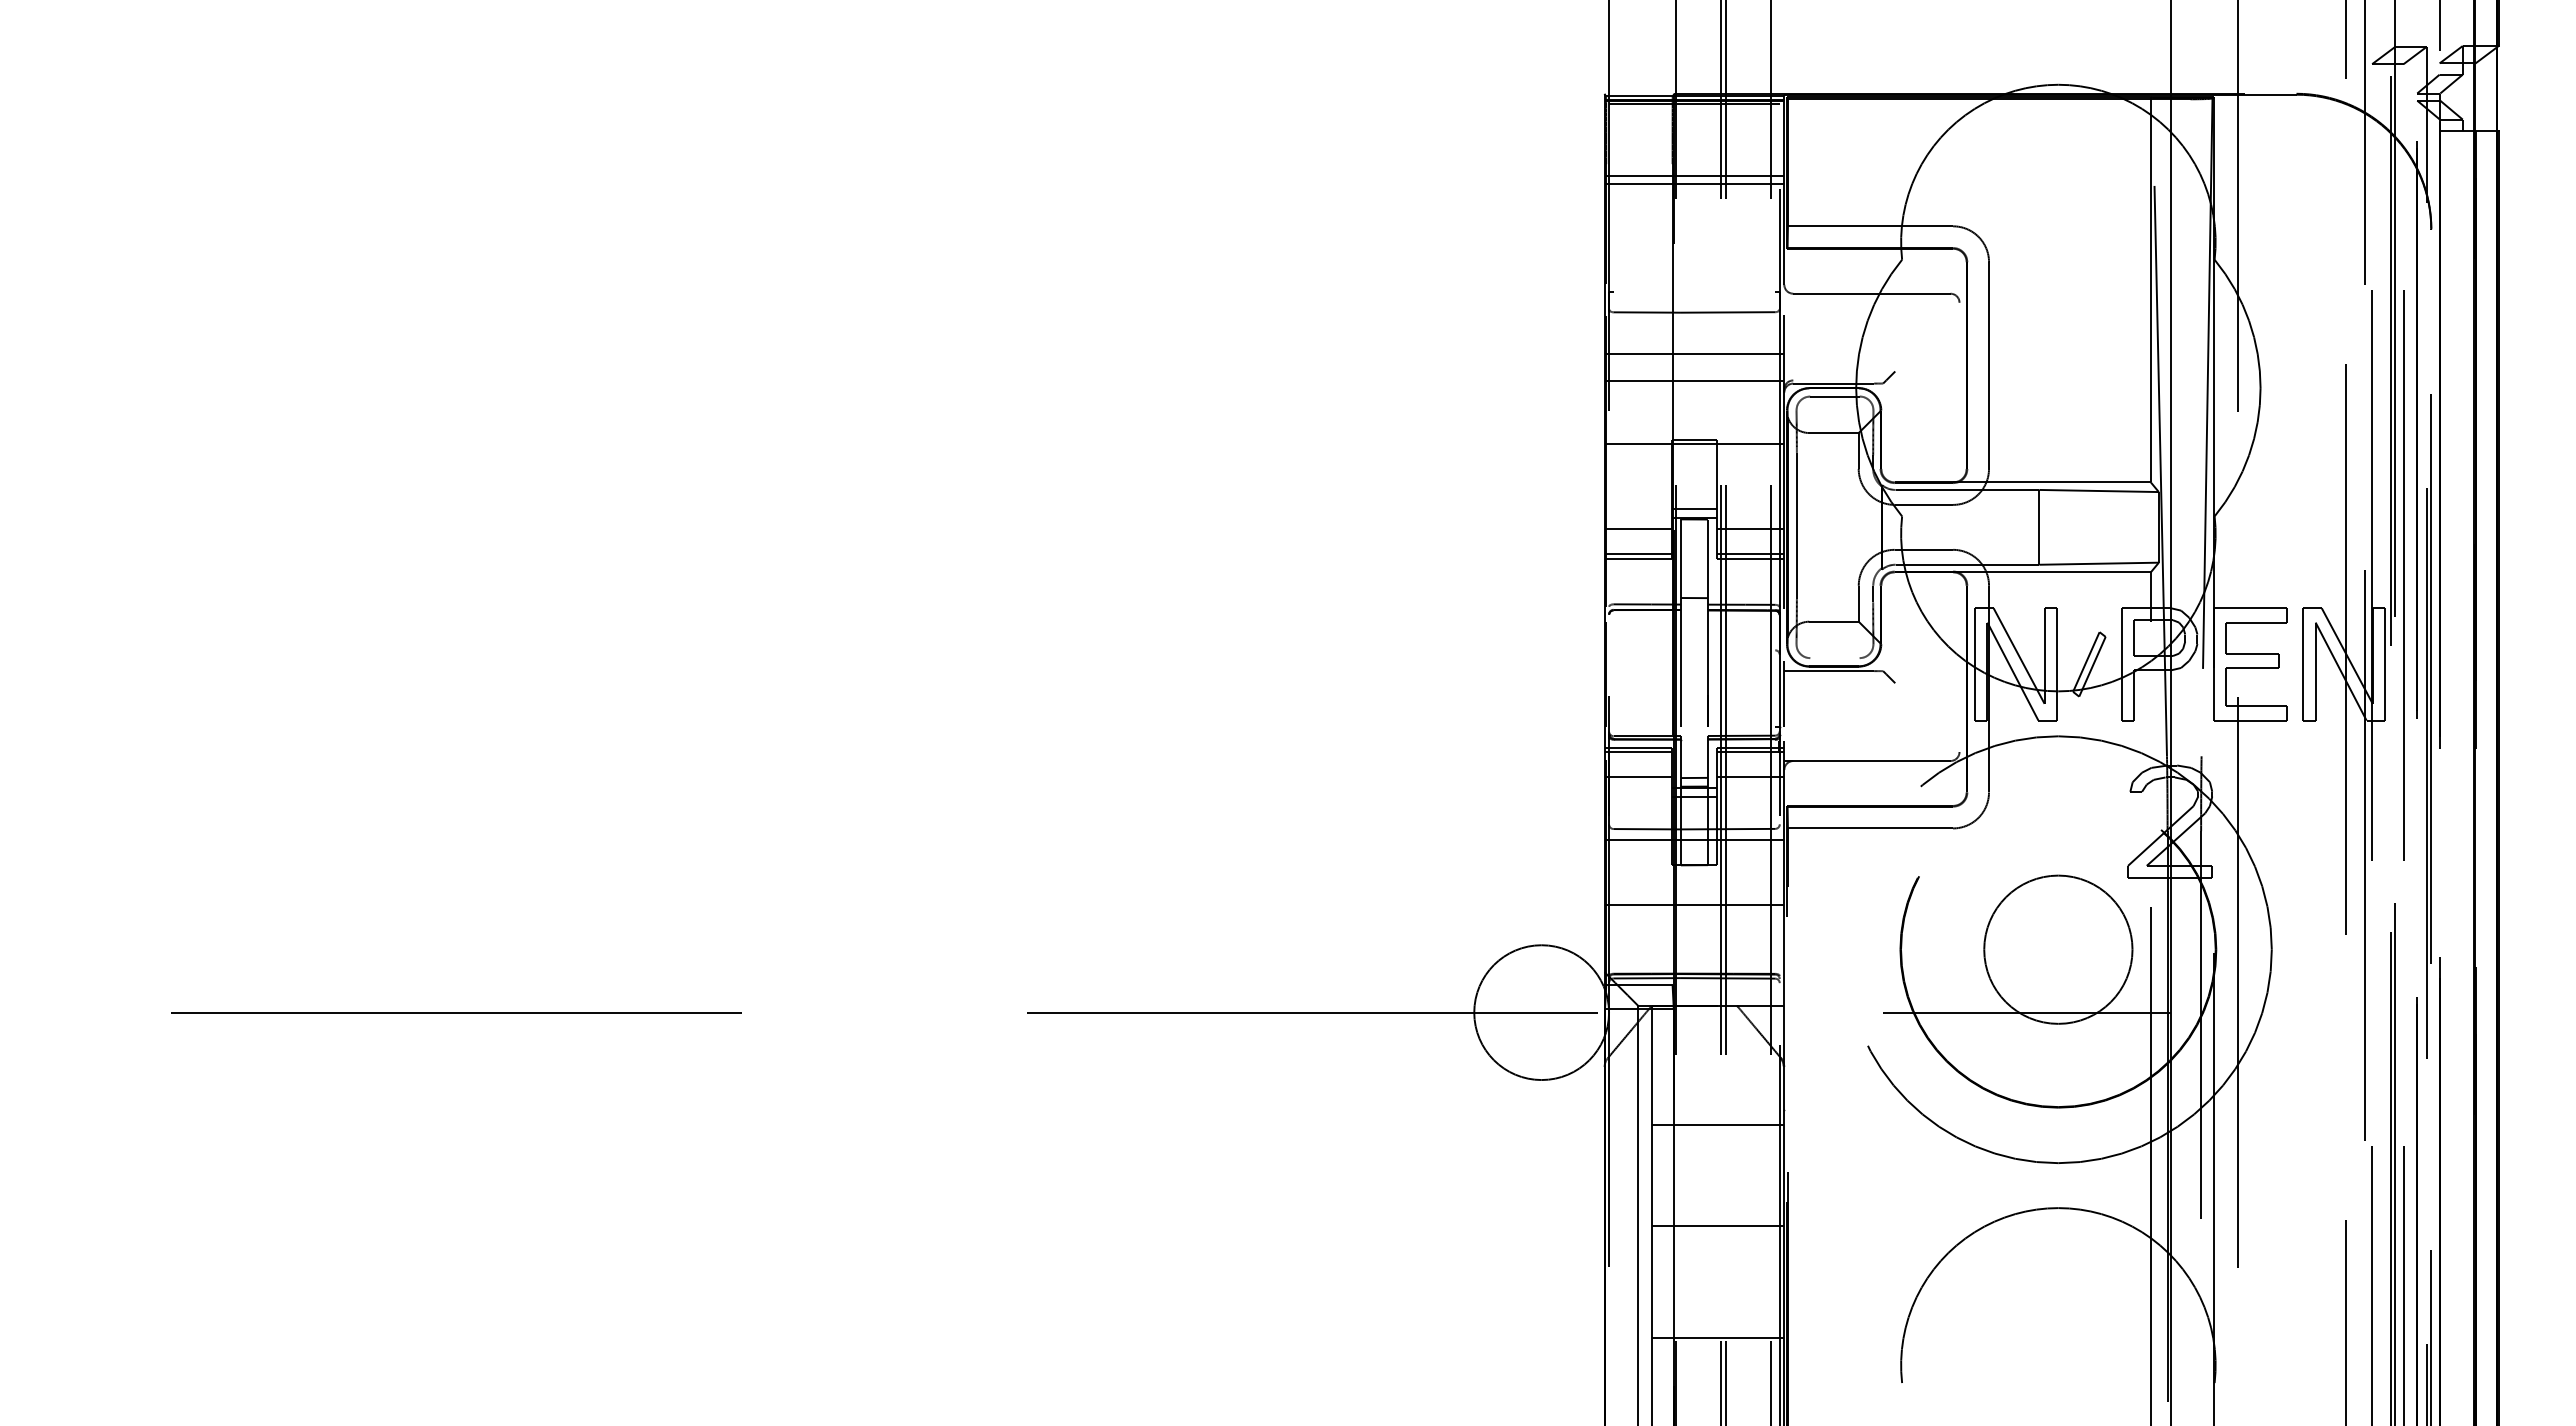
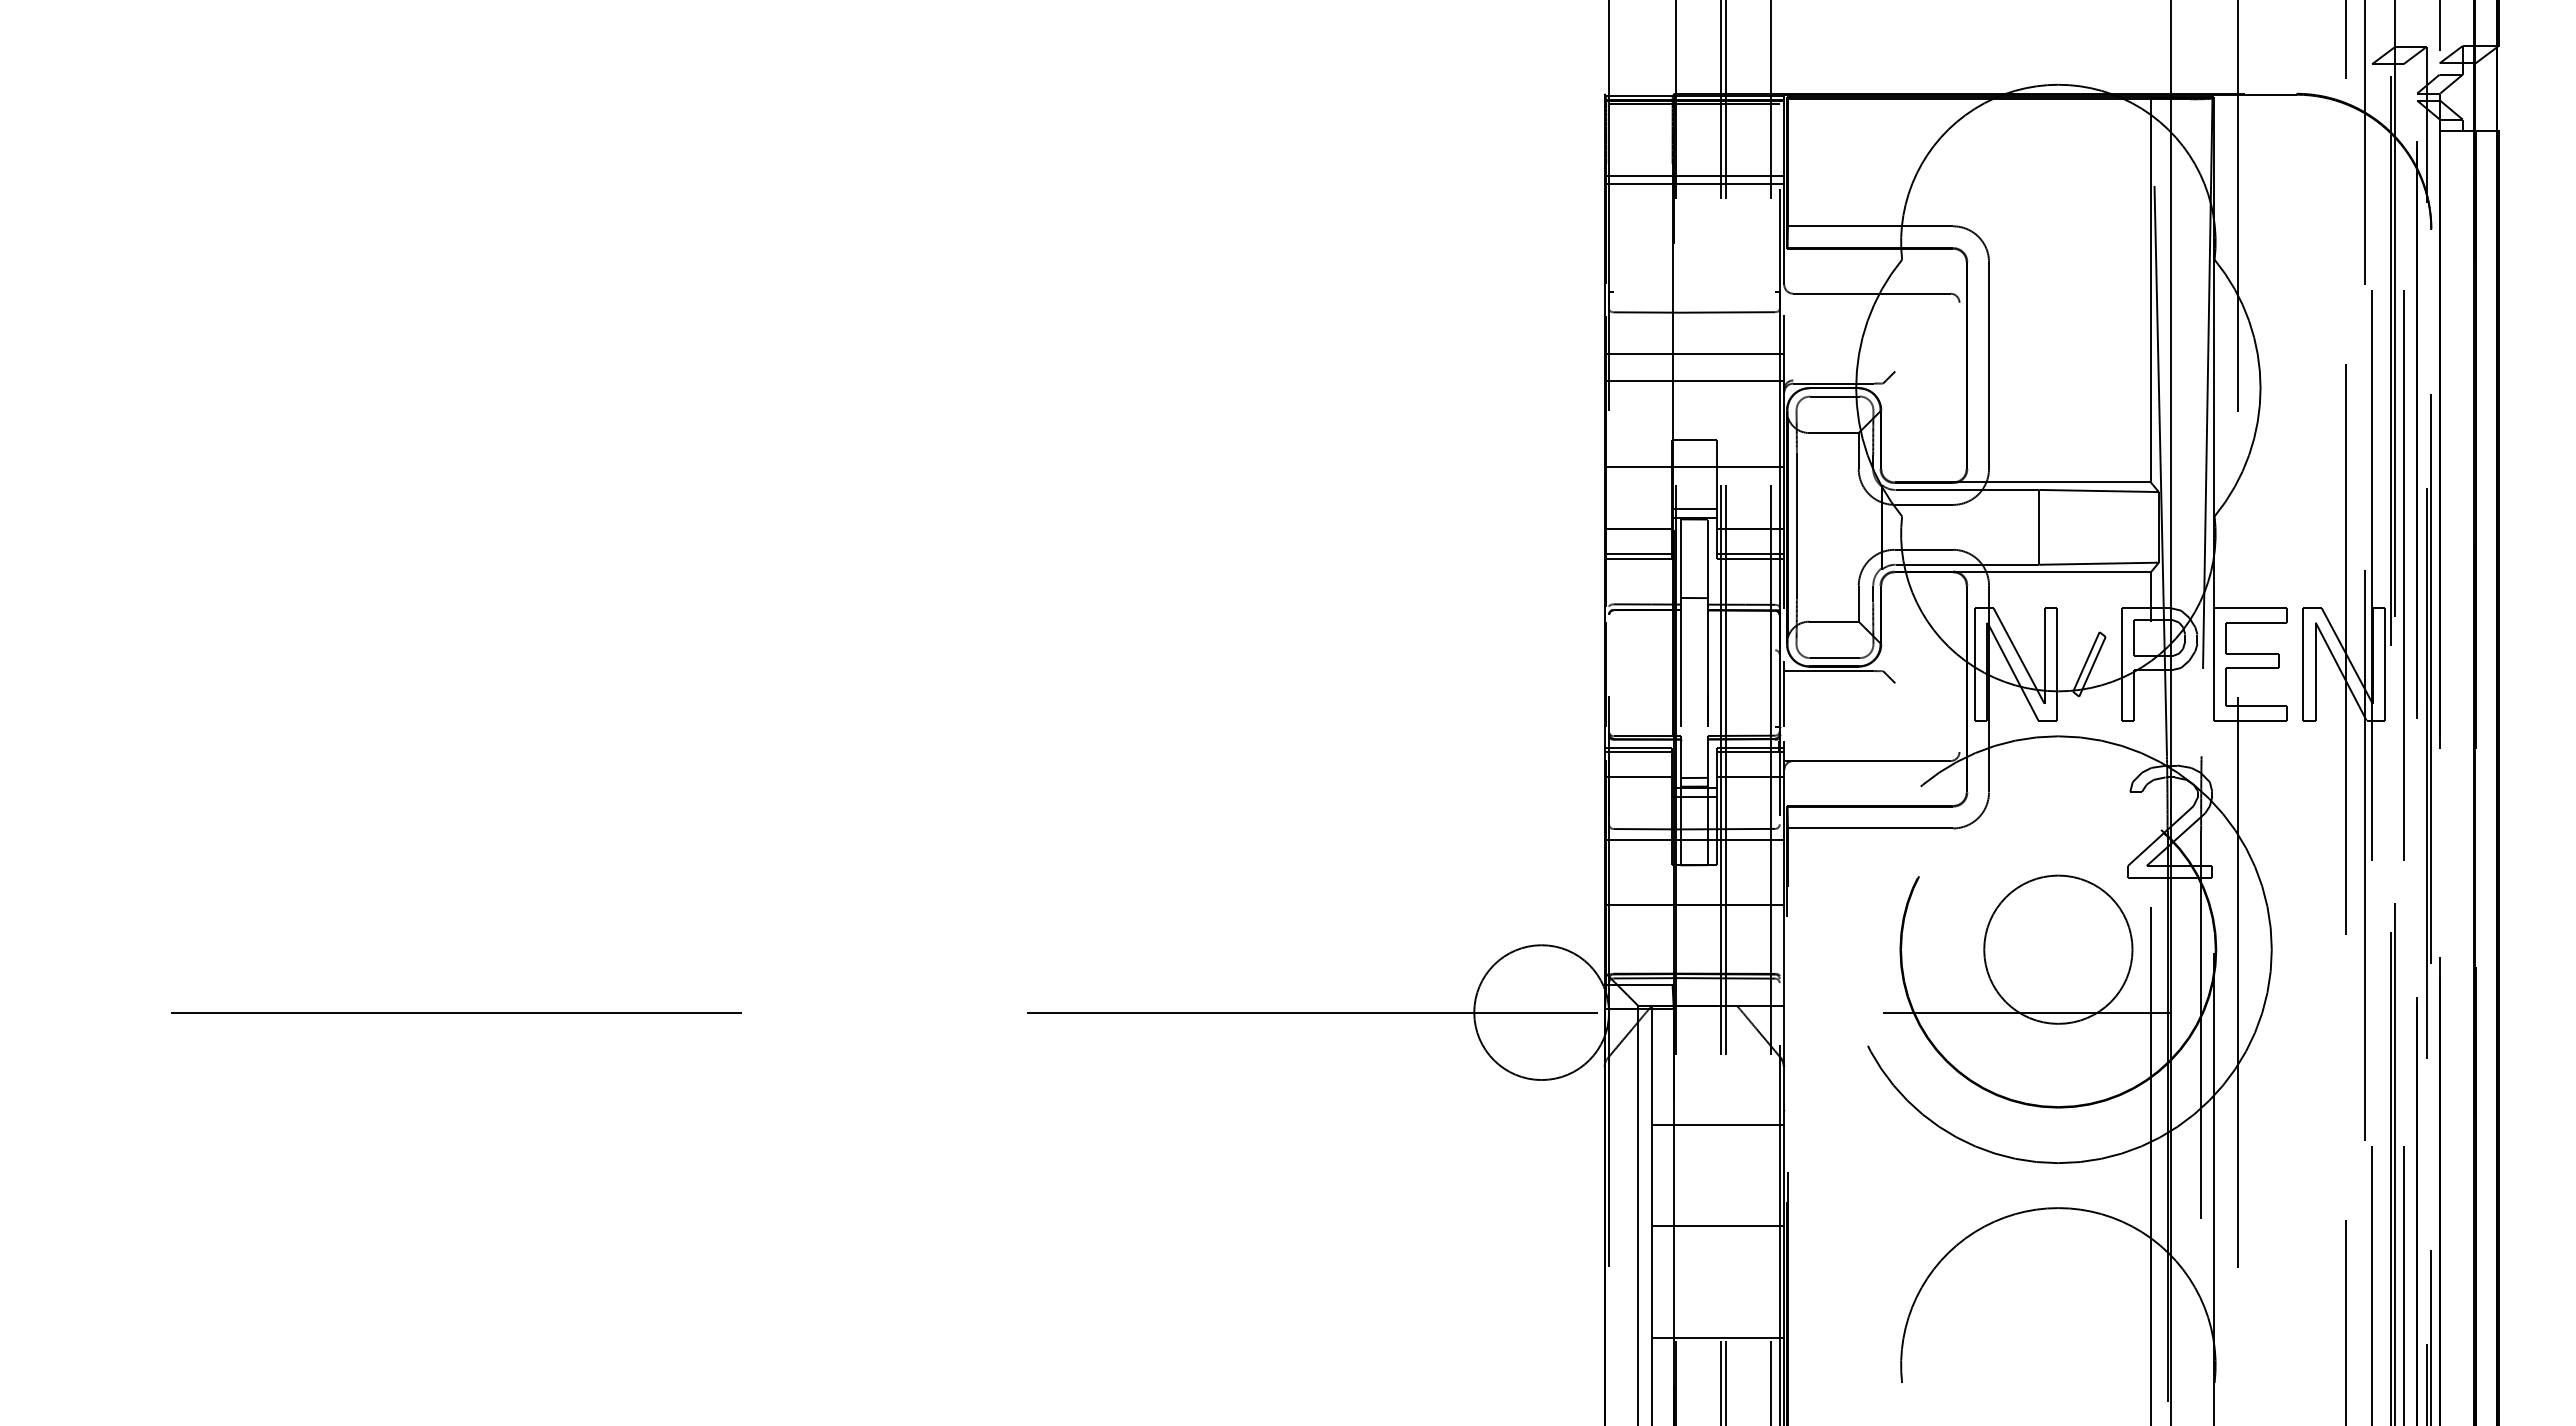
line at (1694, 443) position: (1694, 443) -> (1694, 466)
line at (1834, 658): none -> present
